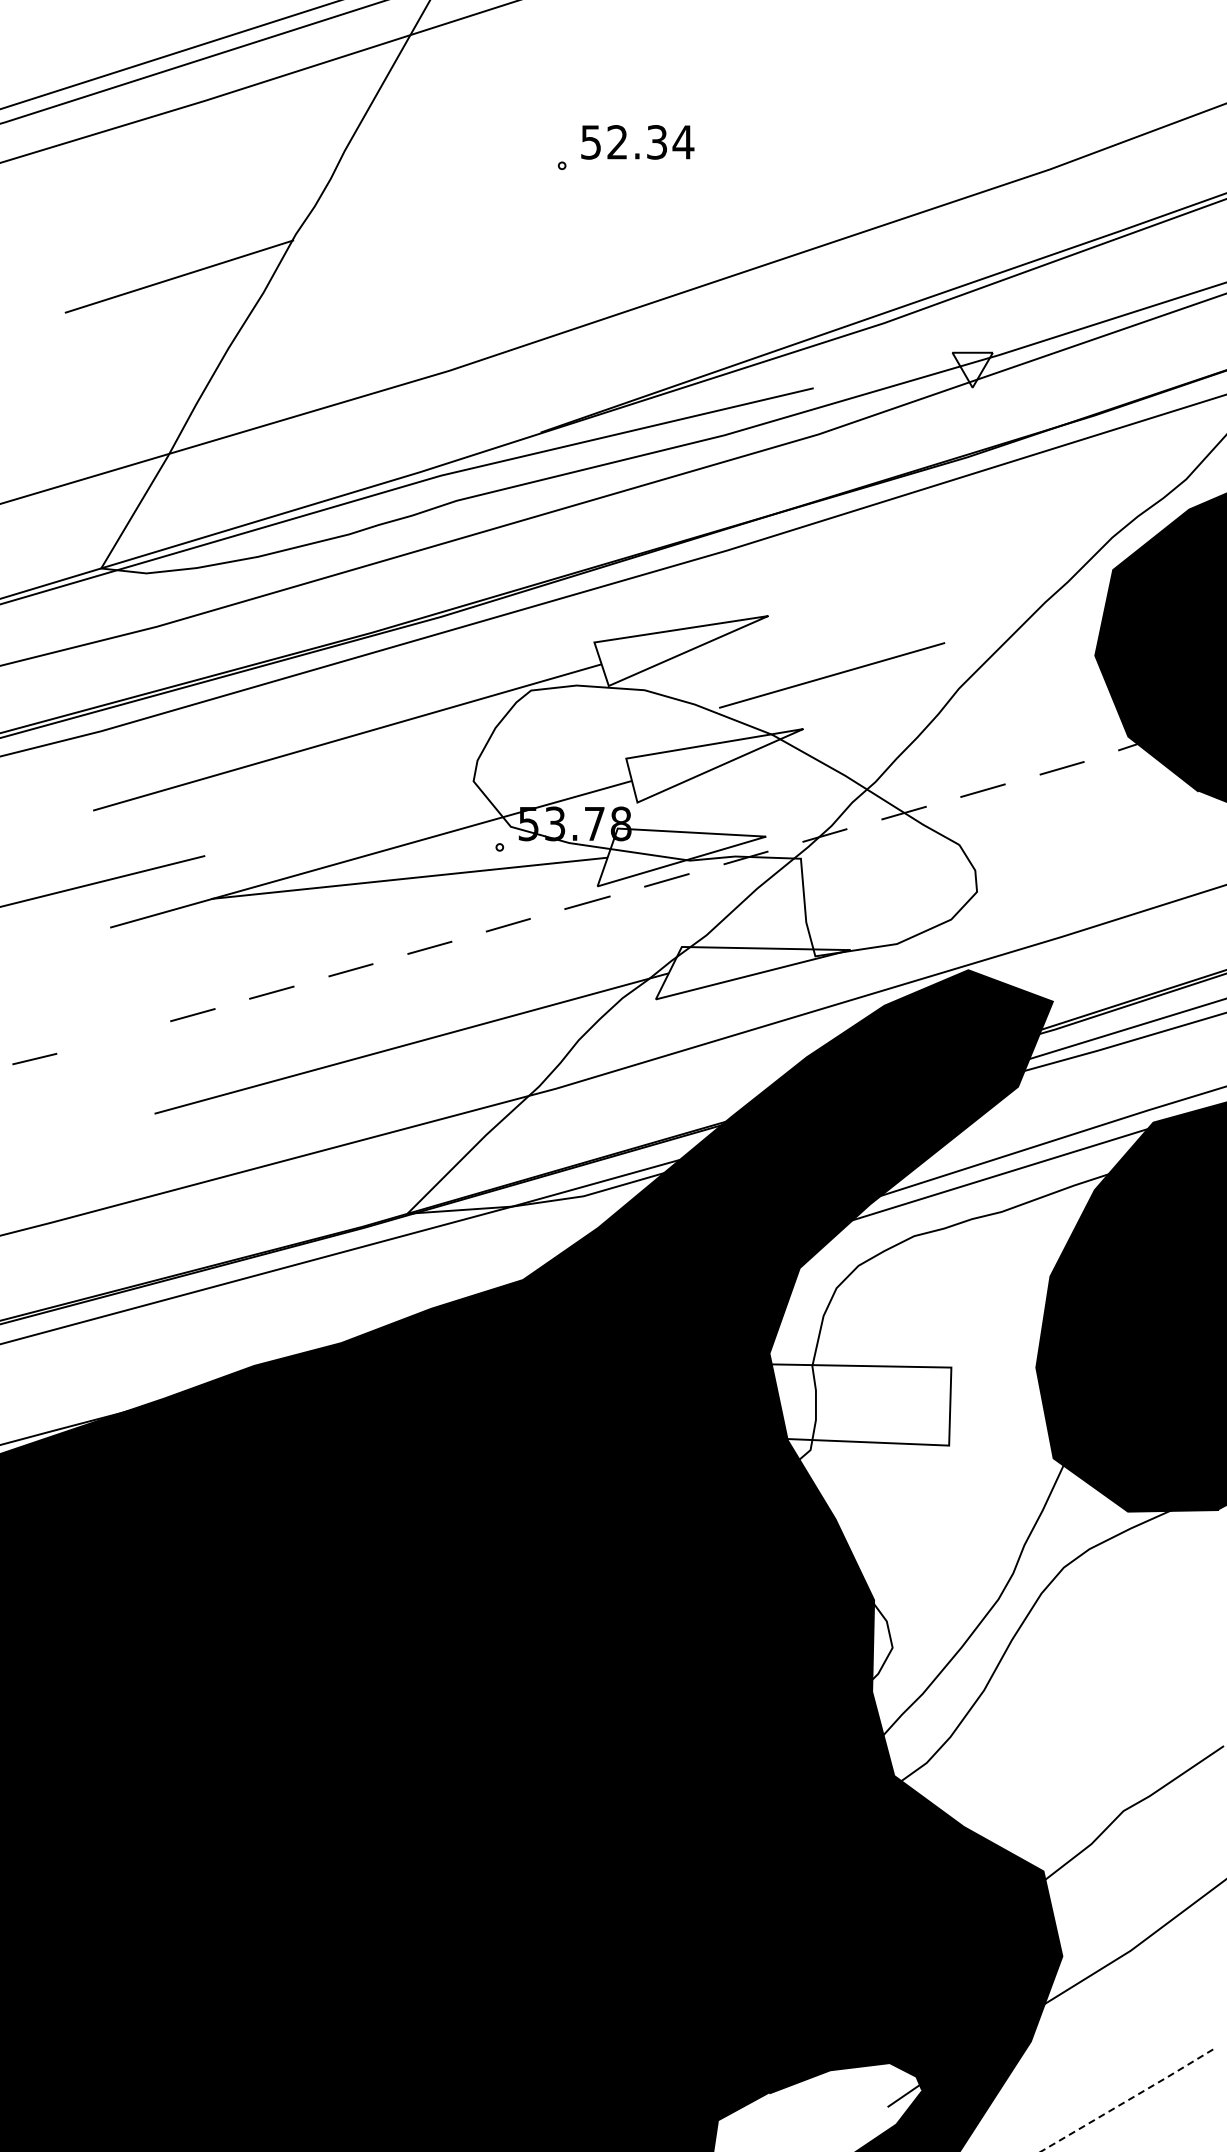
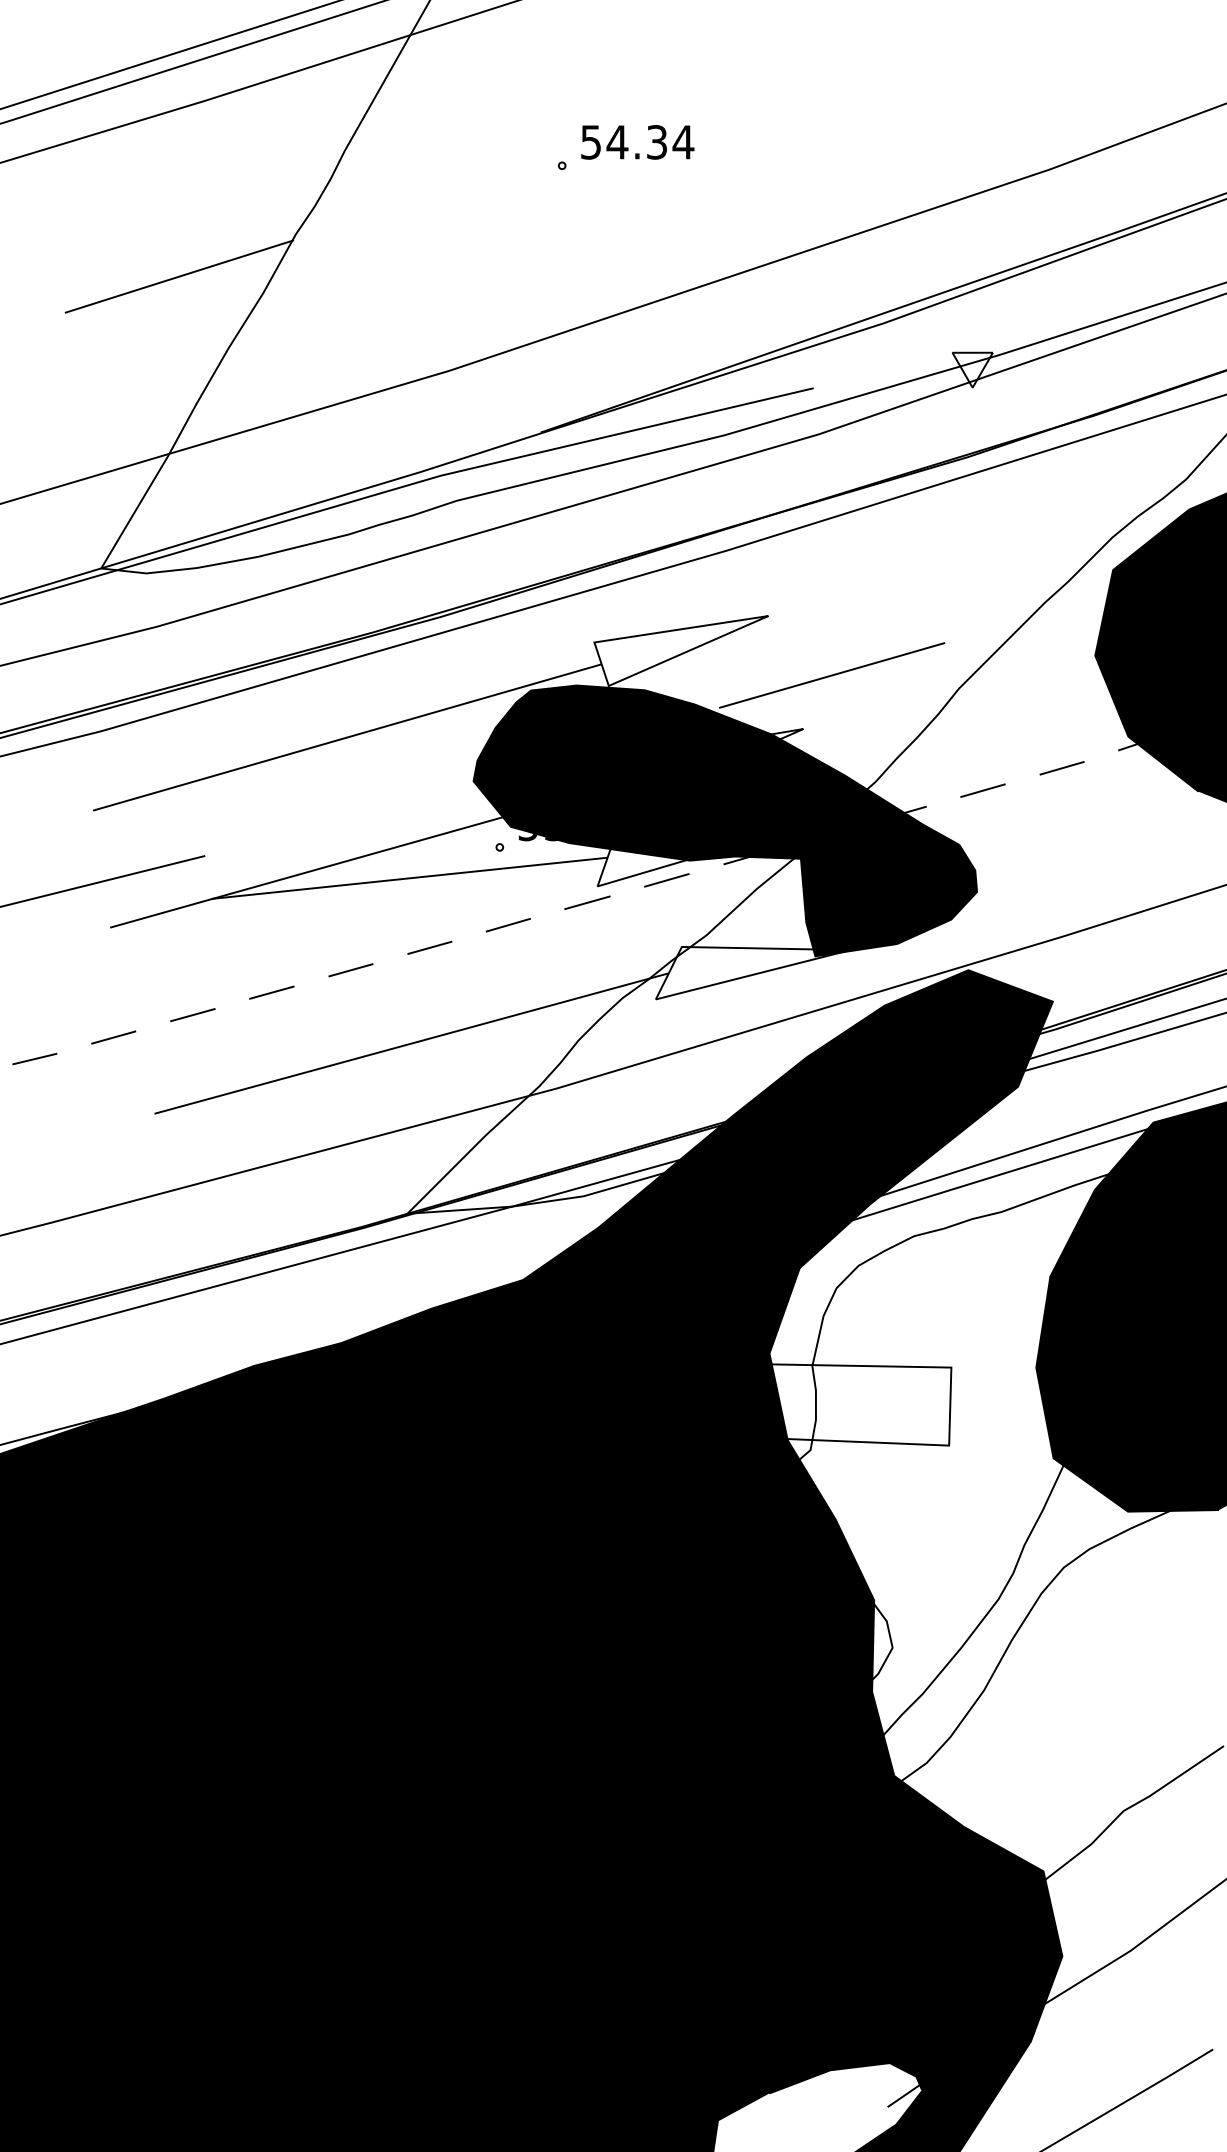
text at (617, 142): 52.34 -> 54.34
fill at (725, 820): none -> present
line at (113, 1037): none -> present
line at (1127, 2100): dashed -> solid
